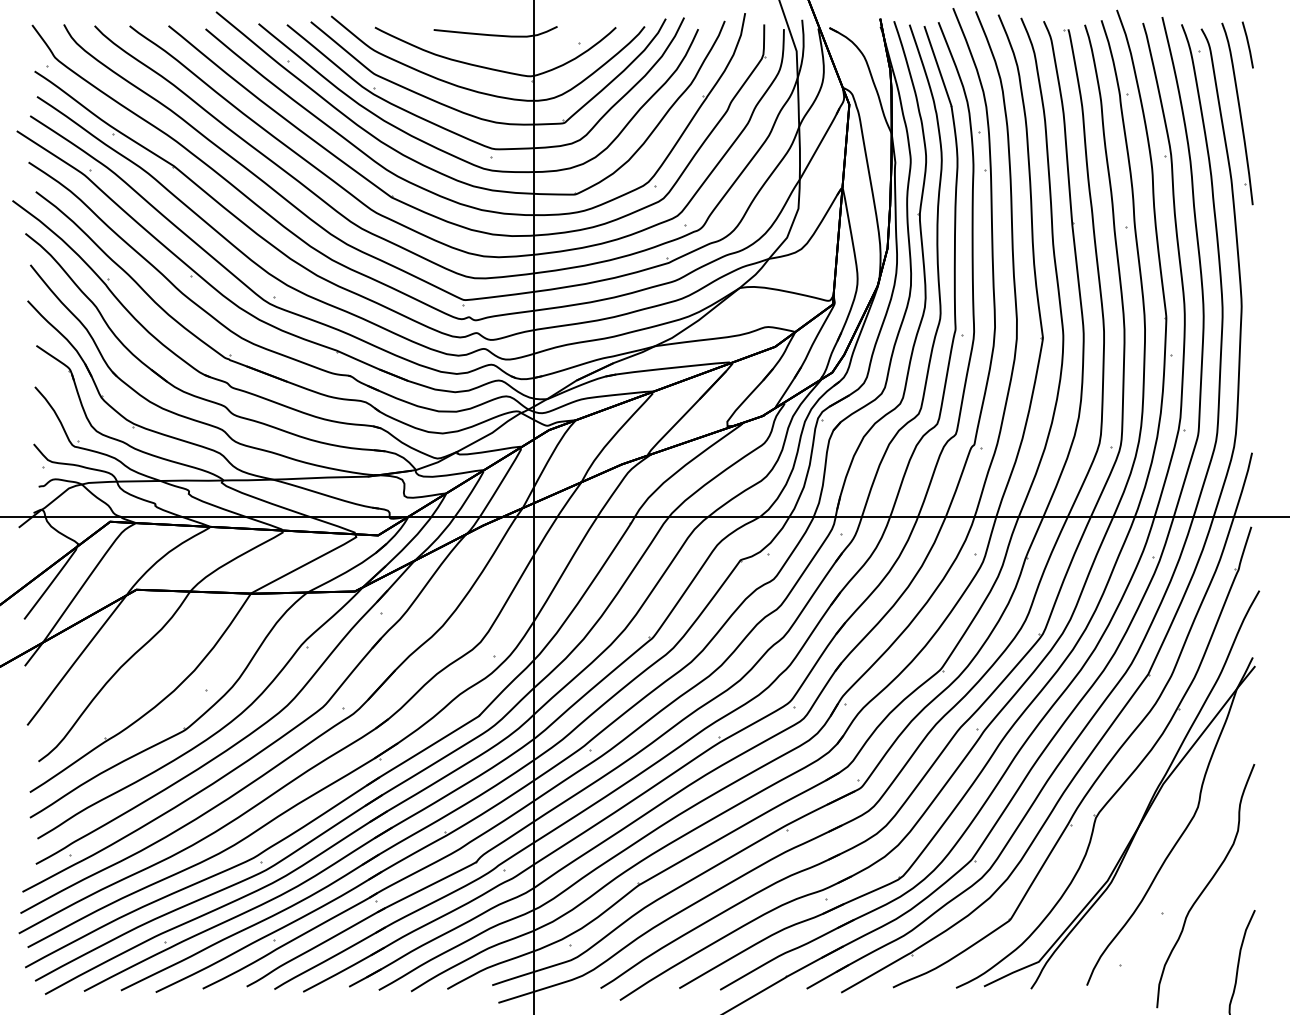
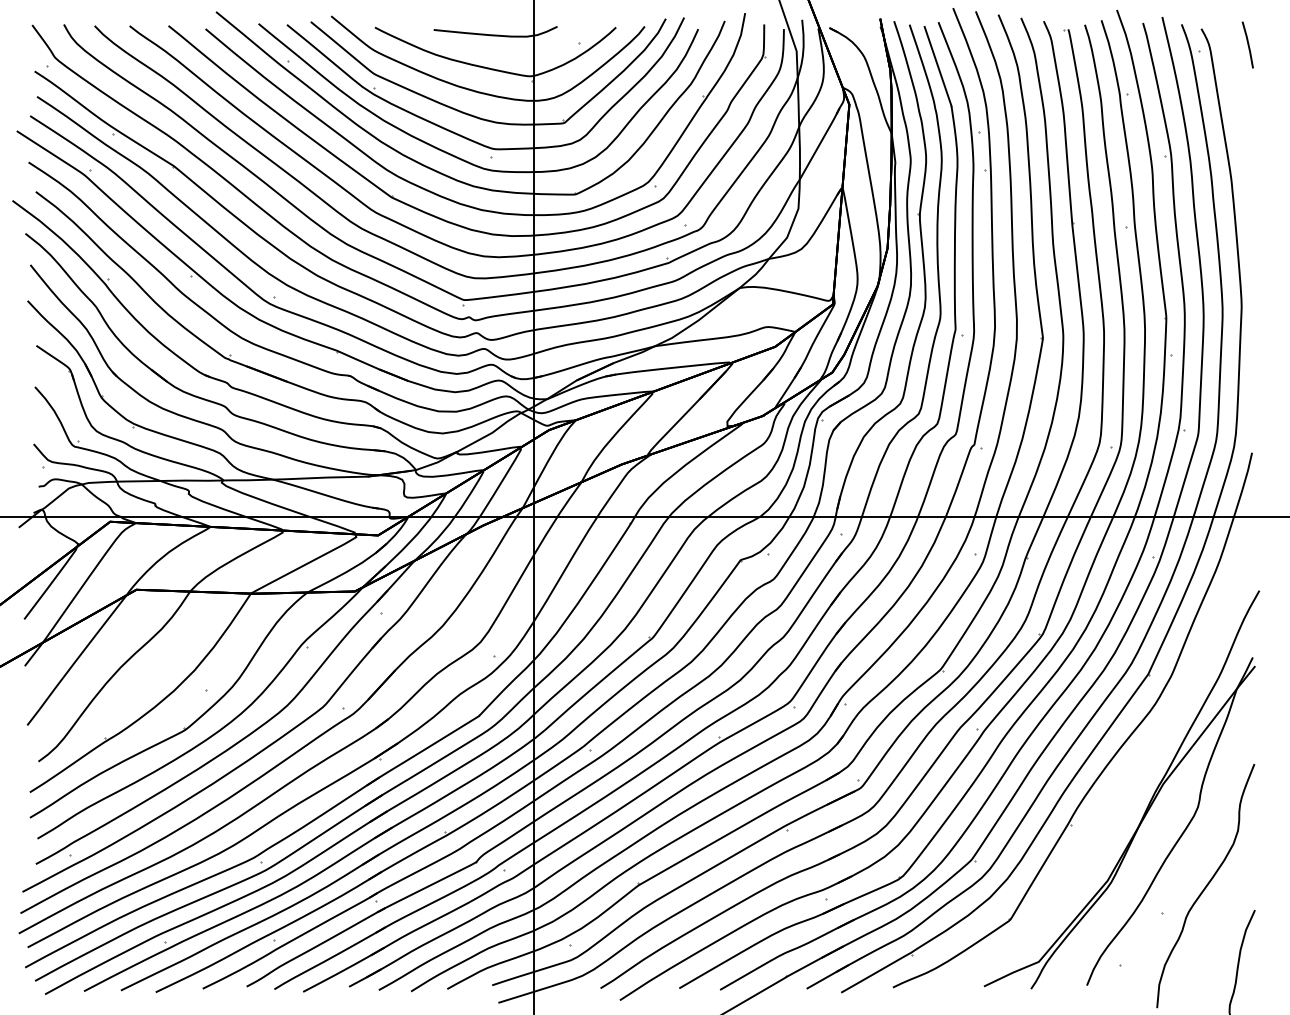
part at (1237, 113): present -> none
part at (1125, 779): present -> none
